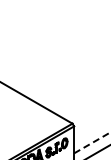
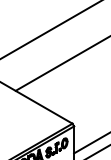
line at (50, 30): none -> present
line at (61, 63): none -> present
line at (92, 142): dashed -> solid
